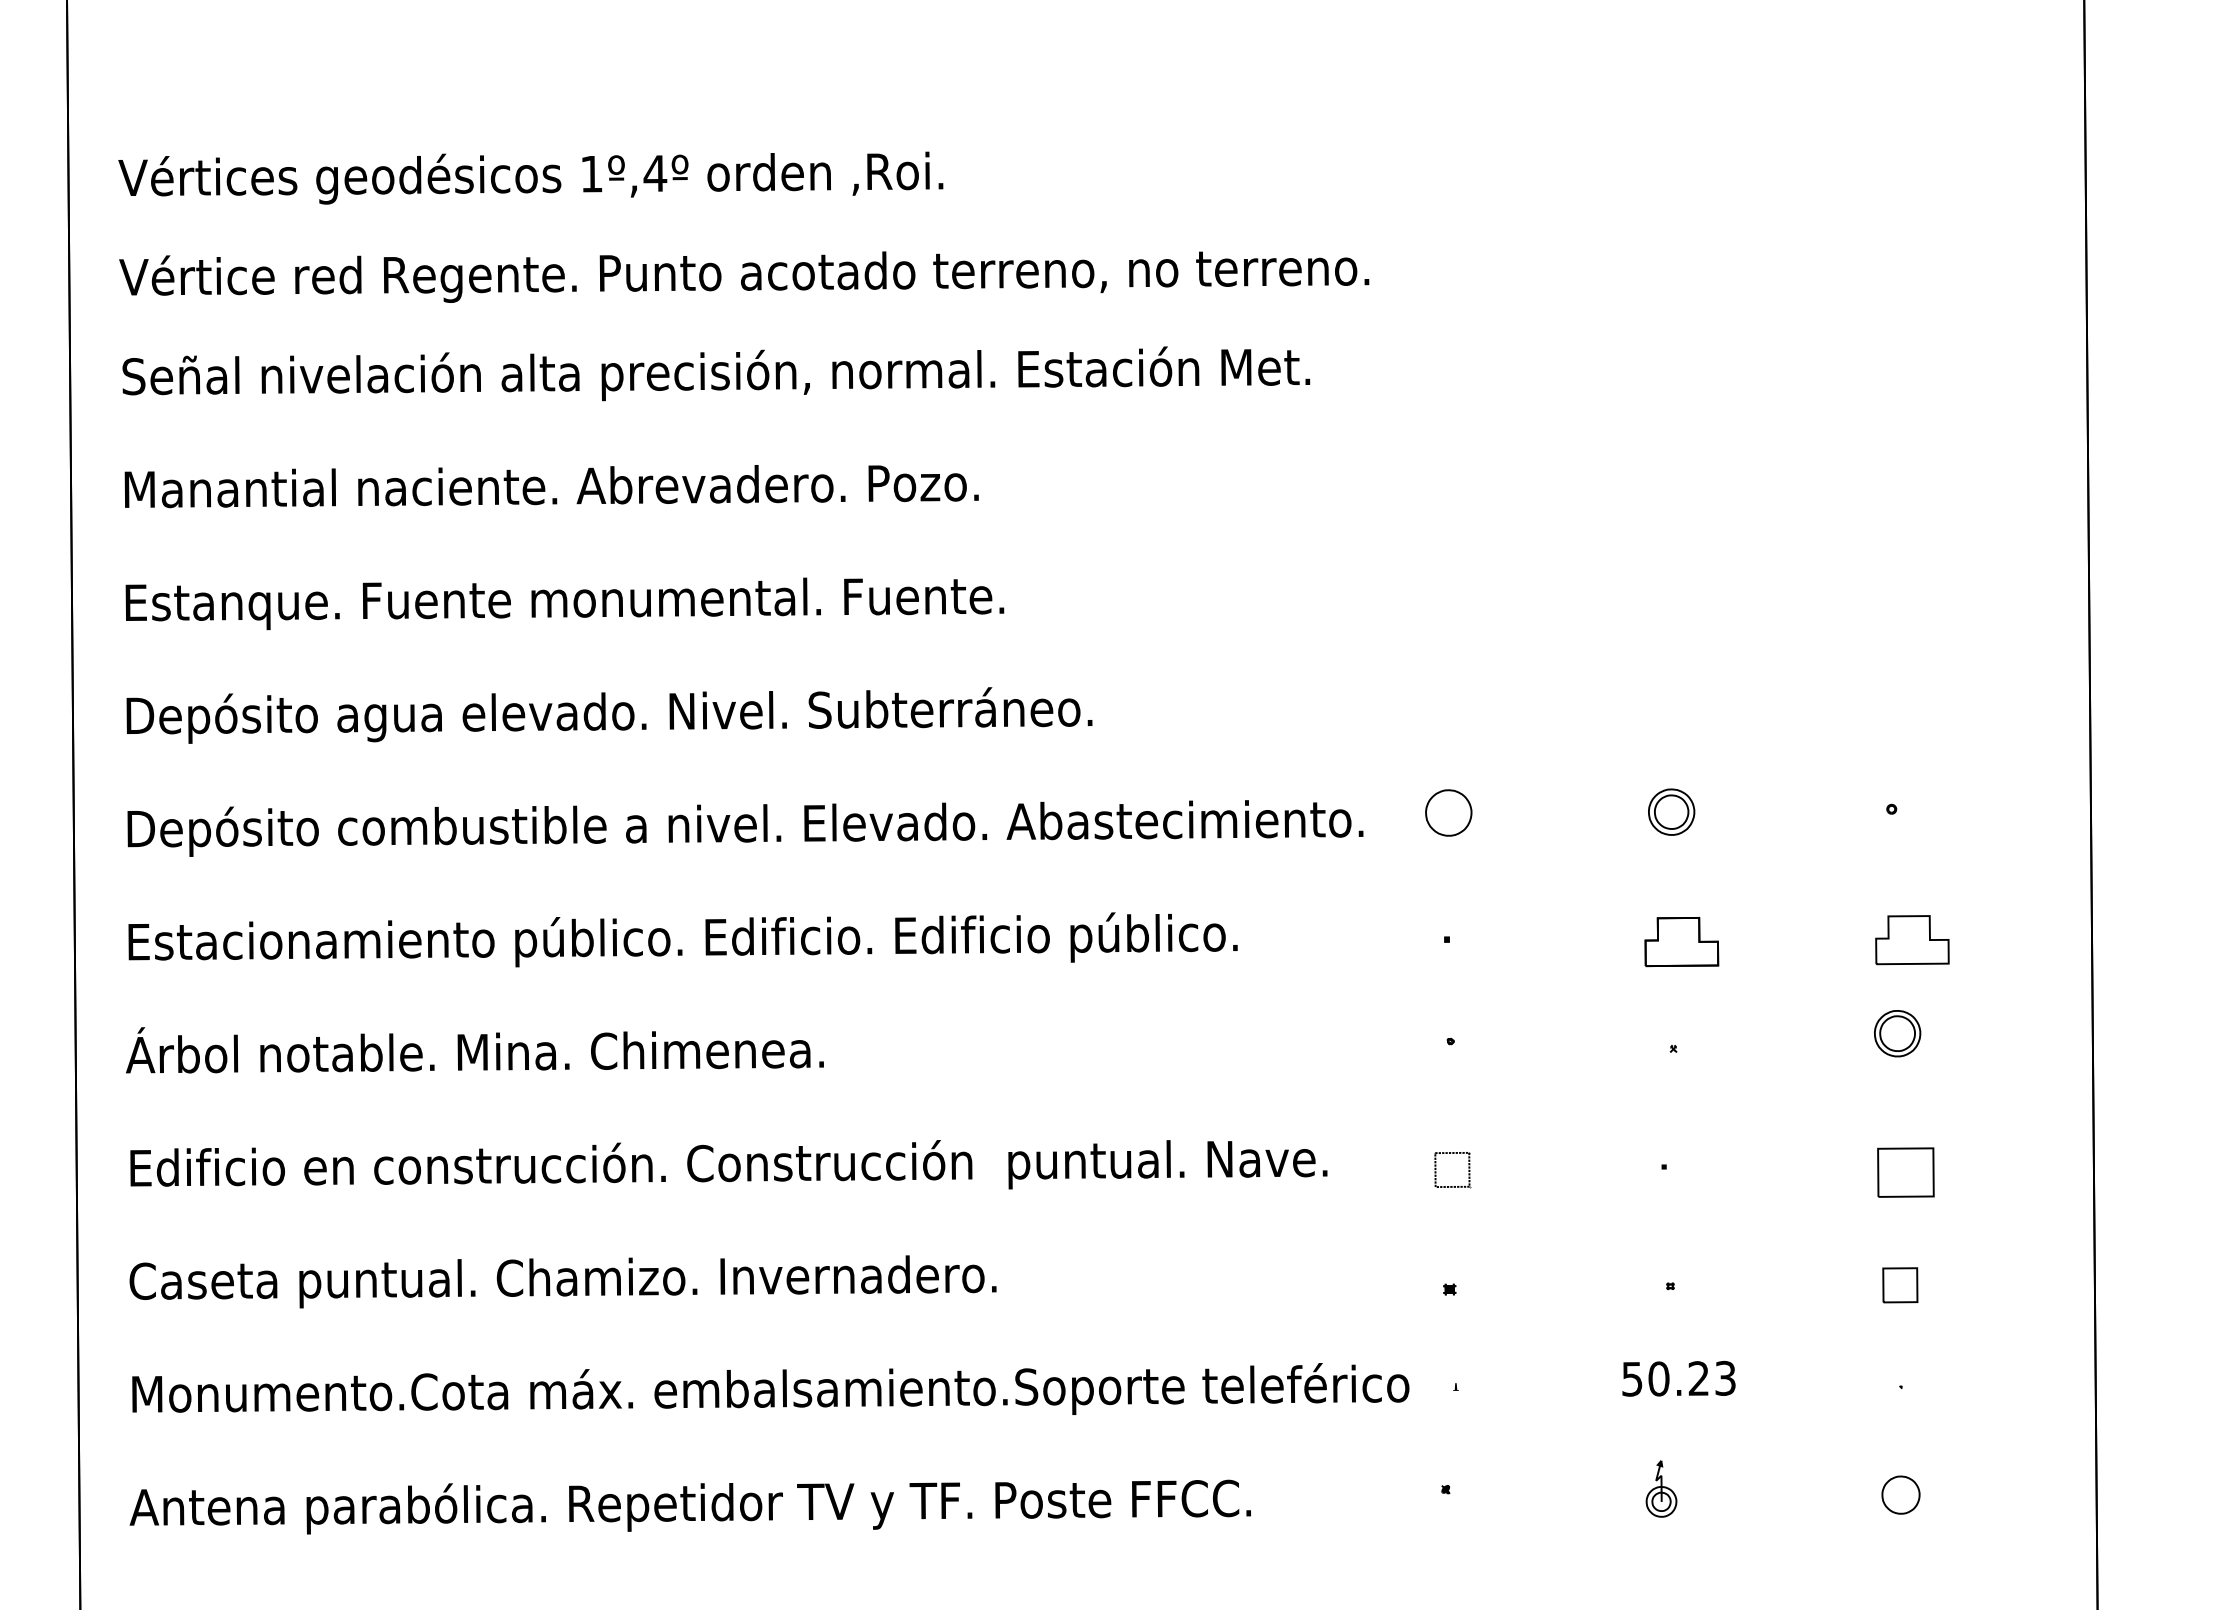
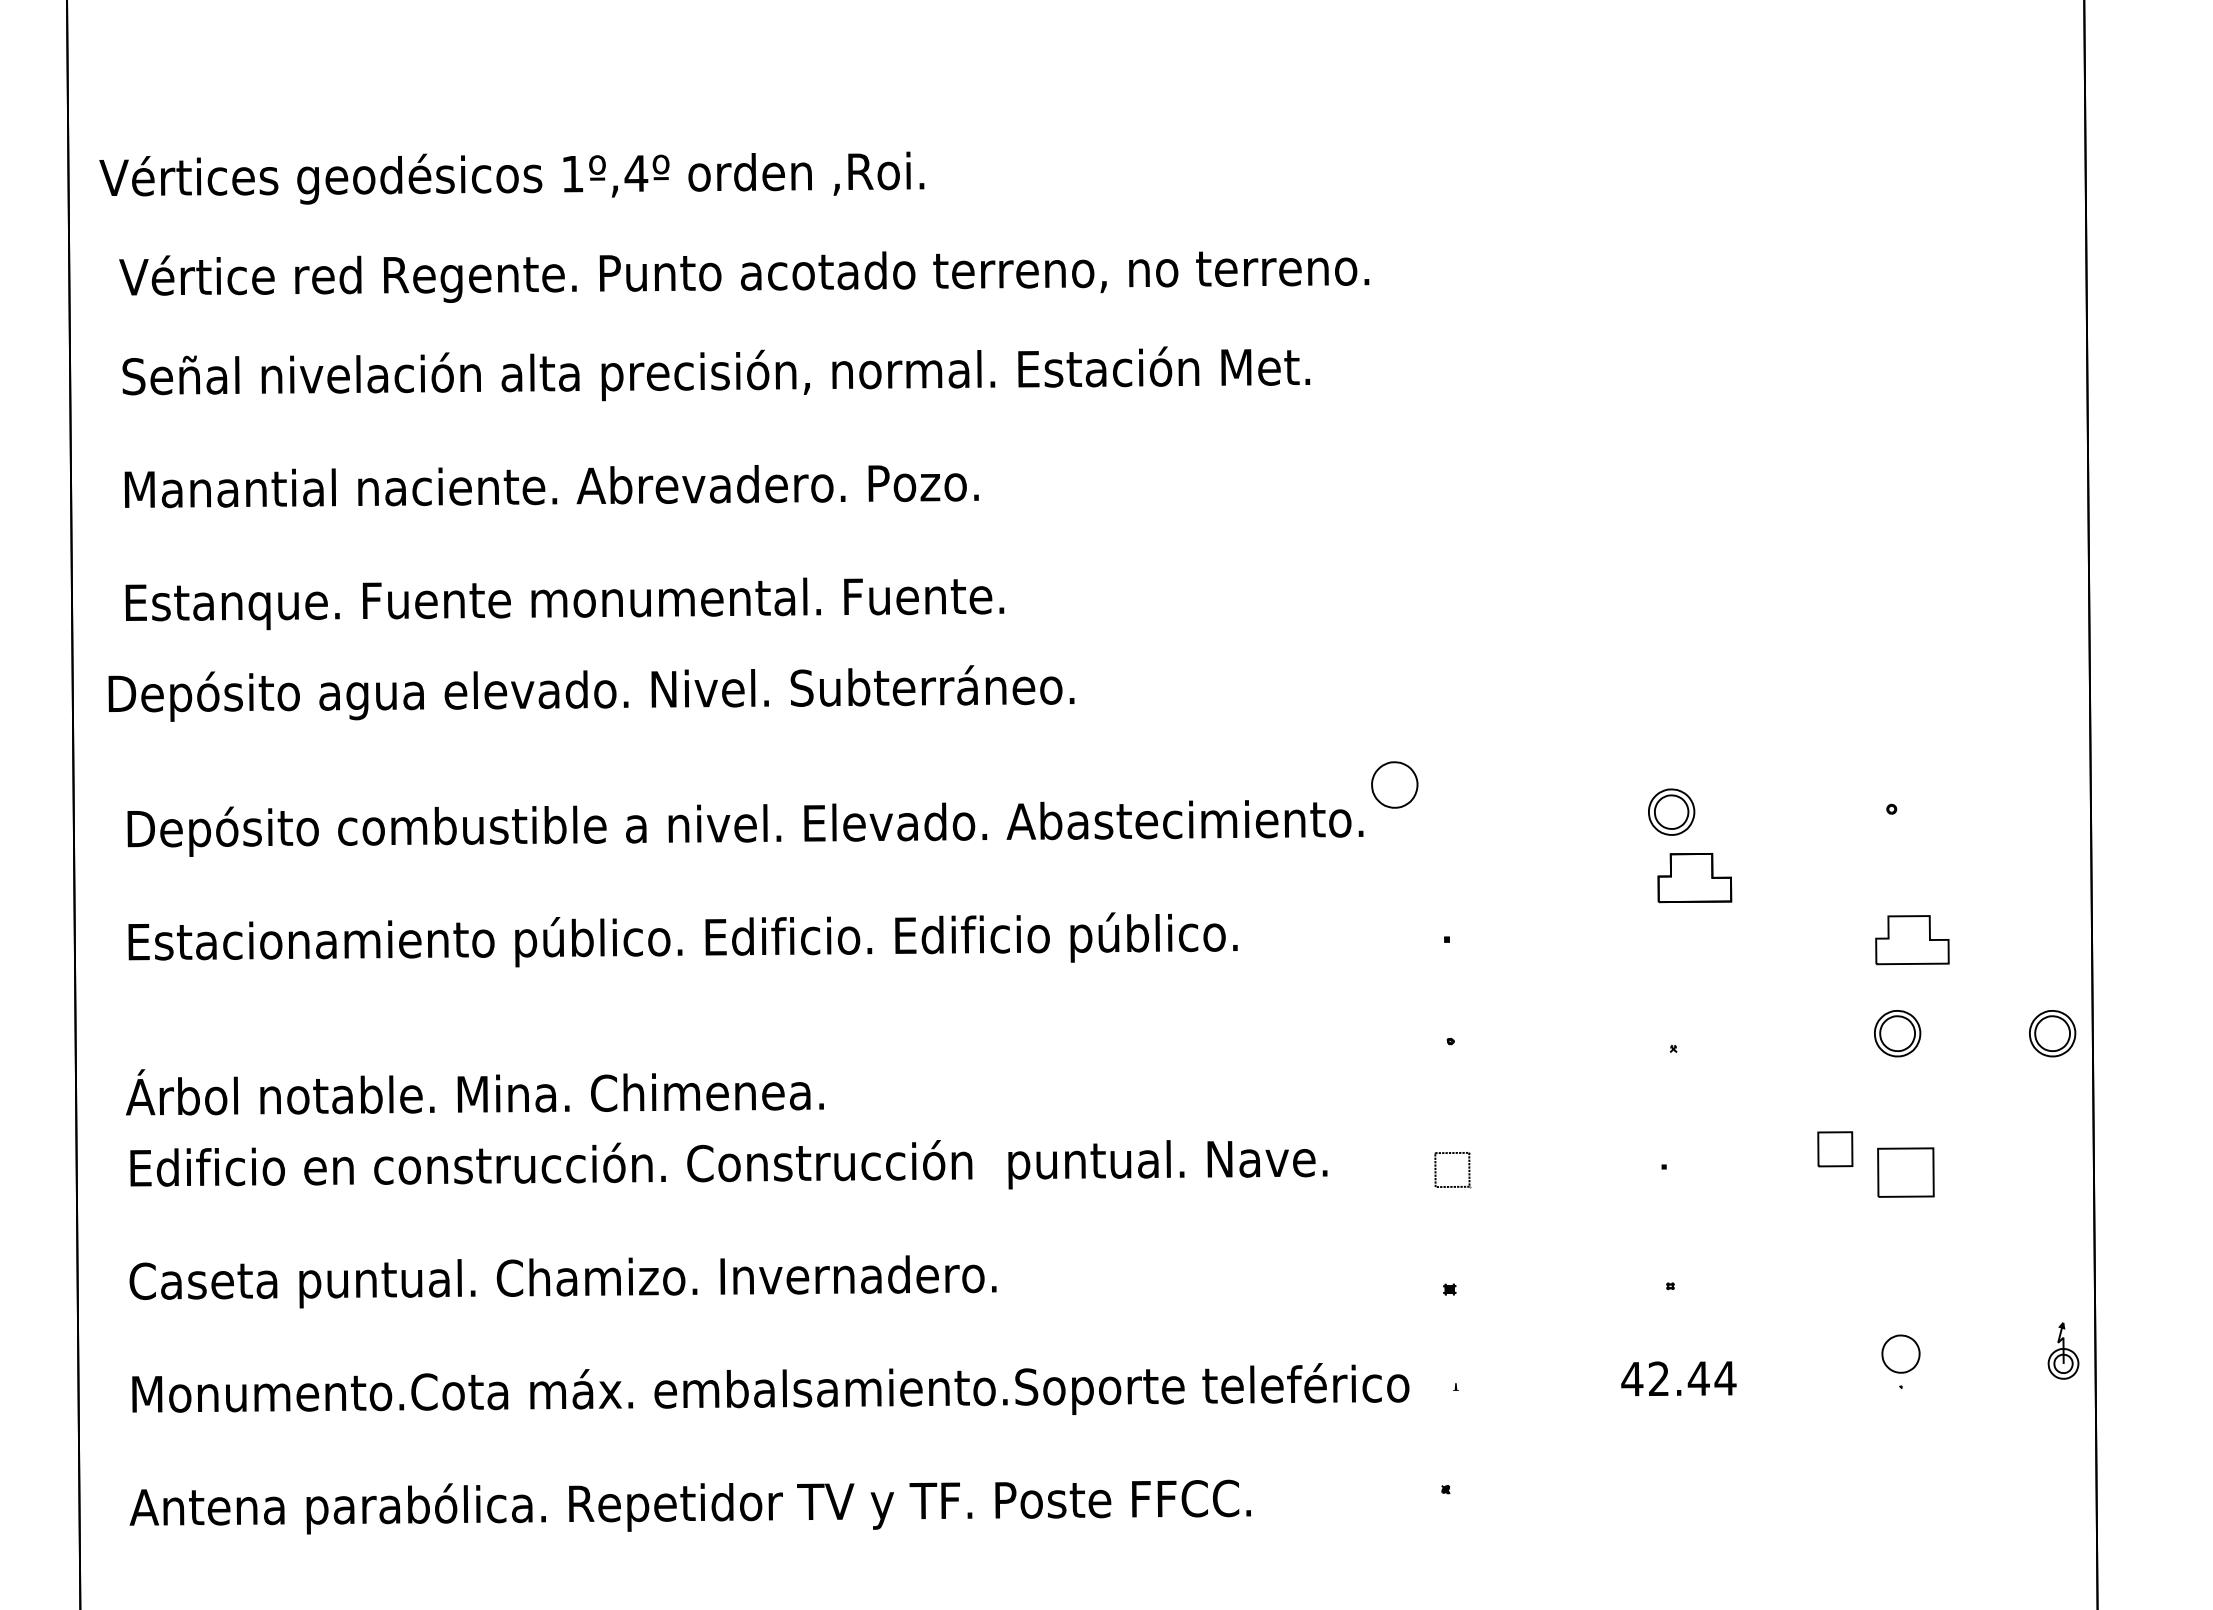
text at (530, 177) position: (530, 177) -> (511, 177)
text at (609, 715) position: (609, 715) -> (591, 693)
part at (1448, 812) position: (1448, 812) -> (1394, 784)
part at (1681, 942) position: (1681, 942) -> (1694, 878)
part at (2052, 1033): none -> present
text at (474, 1050) position: (474, 1050) -> (474, 1092)
part at (1900, 1285) position: (1900, 1285) -> (1835, 1149)
text at (1678, 1378): 50.23 -> 42.44
part at (1661, 1488) position: (1661, 1488) -> (2063, 1350)
part at (1900, 1494) position: (1900, 1494) -> (1900, 1353)
